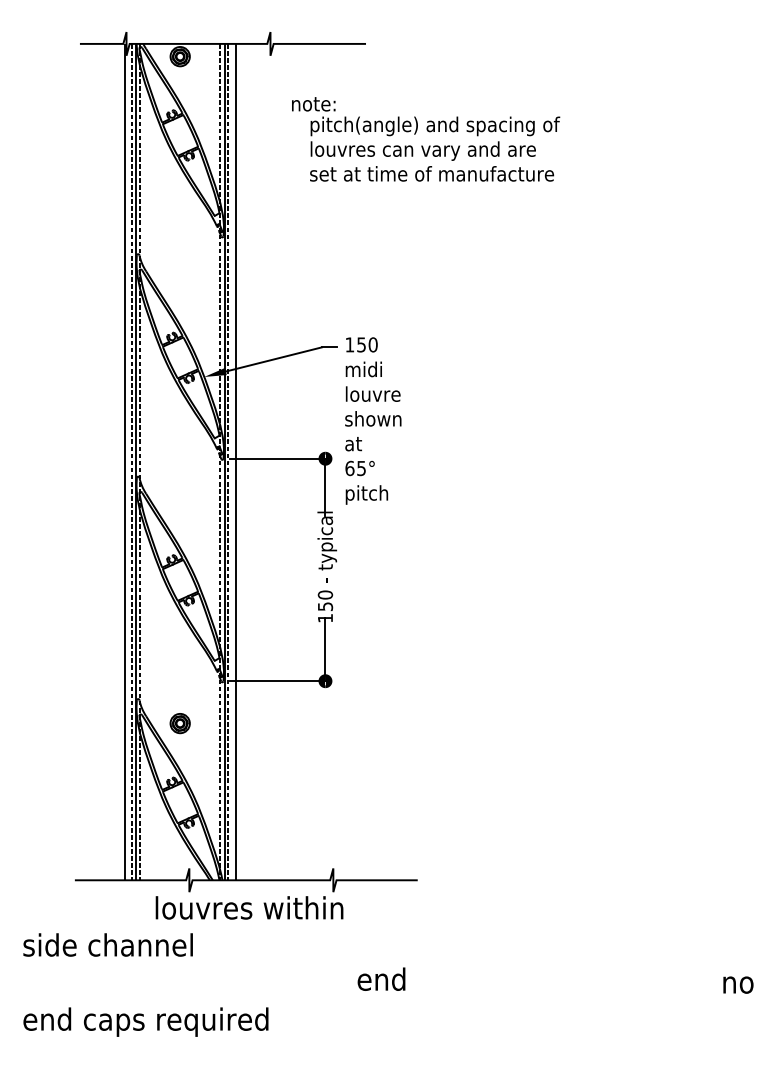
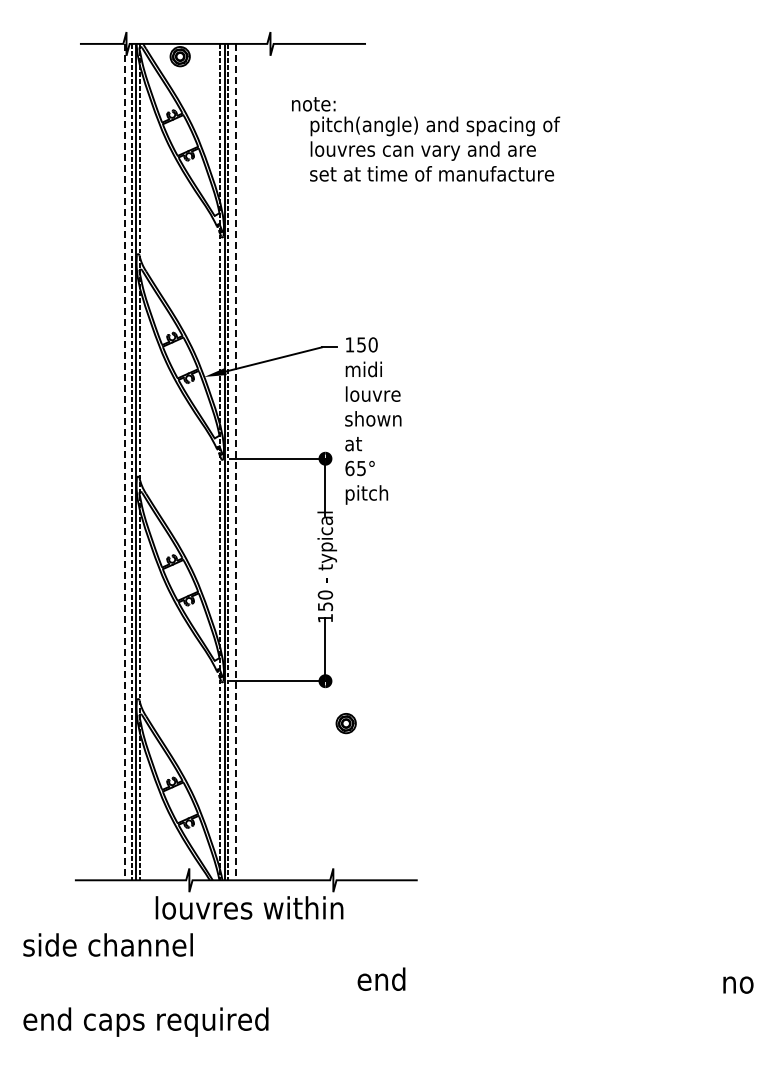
line at (124, 462): solid -> dashed
line at (235, 462): solid -> dashed
part at (179, 723) position: (179, 723) -> (345, 723)
